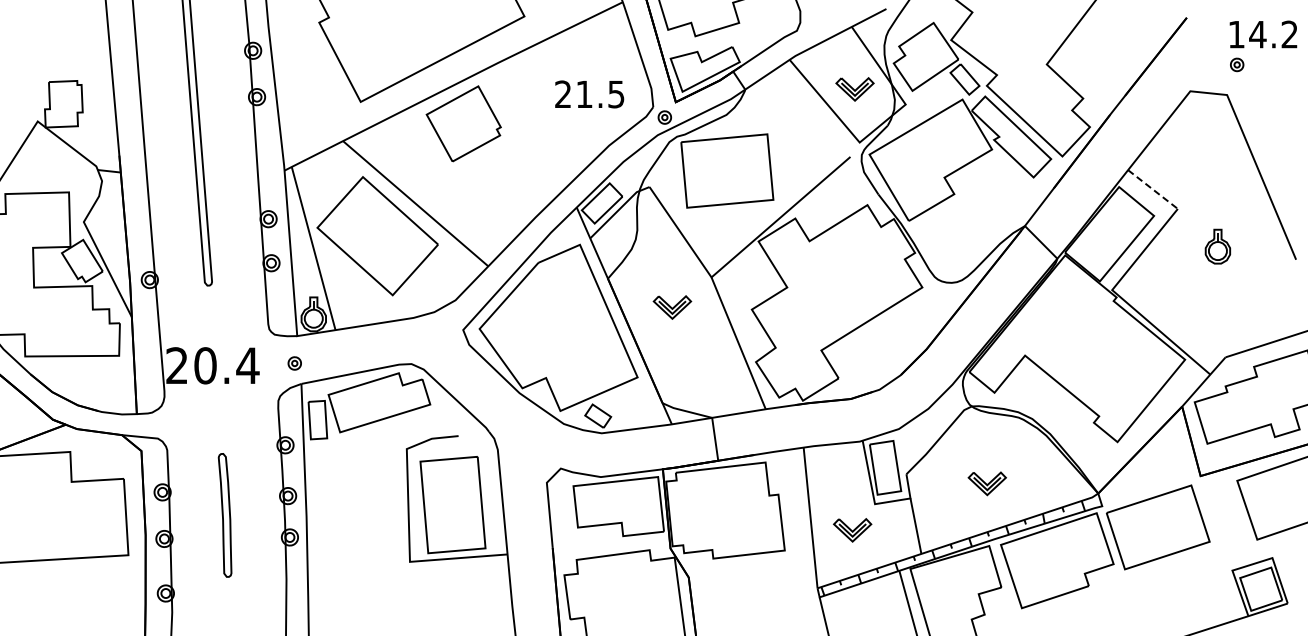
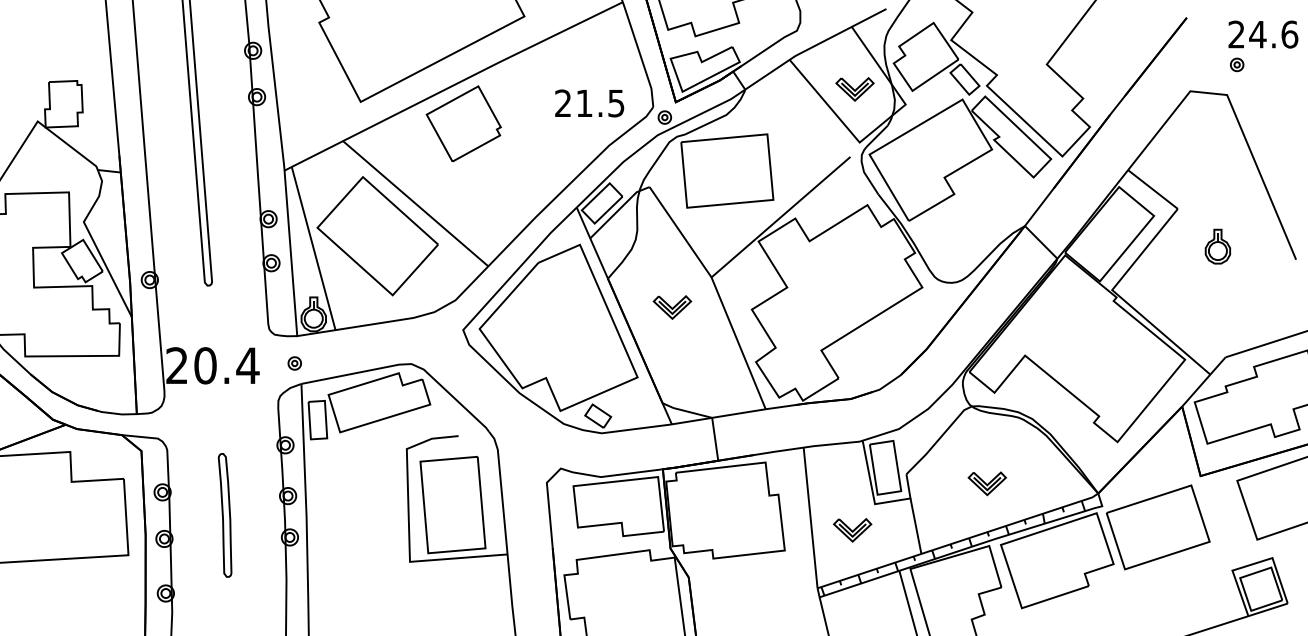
text at (1263, 34): 14.2 -> 24.6
text at (589, 94) position: (589, 94) -> (589, 103)
line at (1152, 189): dashed -> solid
